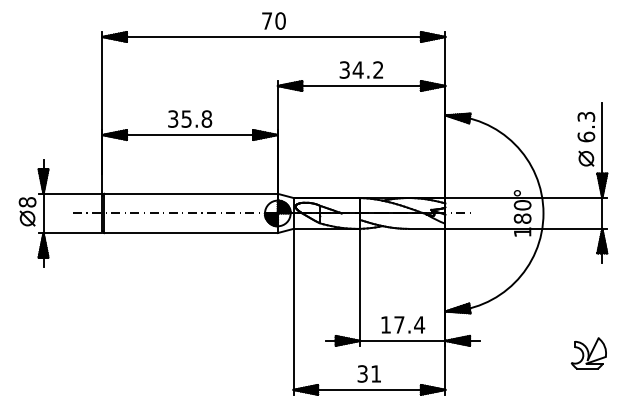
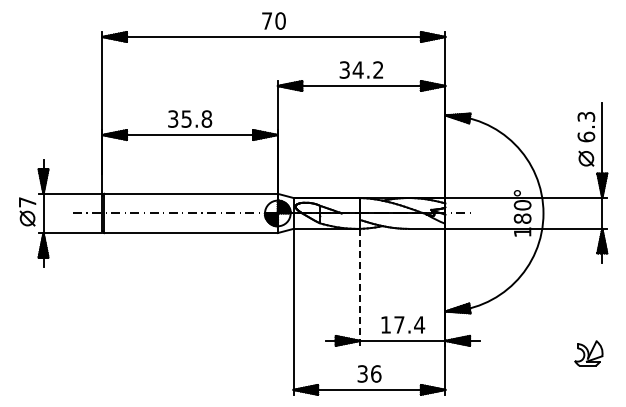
text at (27, 202): 8 -> 7
line at (360, 287): solid -> dashed
part at (588, 353) size: 37x33 px -> 30x27 px
text at (376, 373): 31 -> 36
